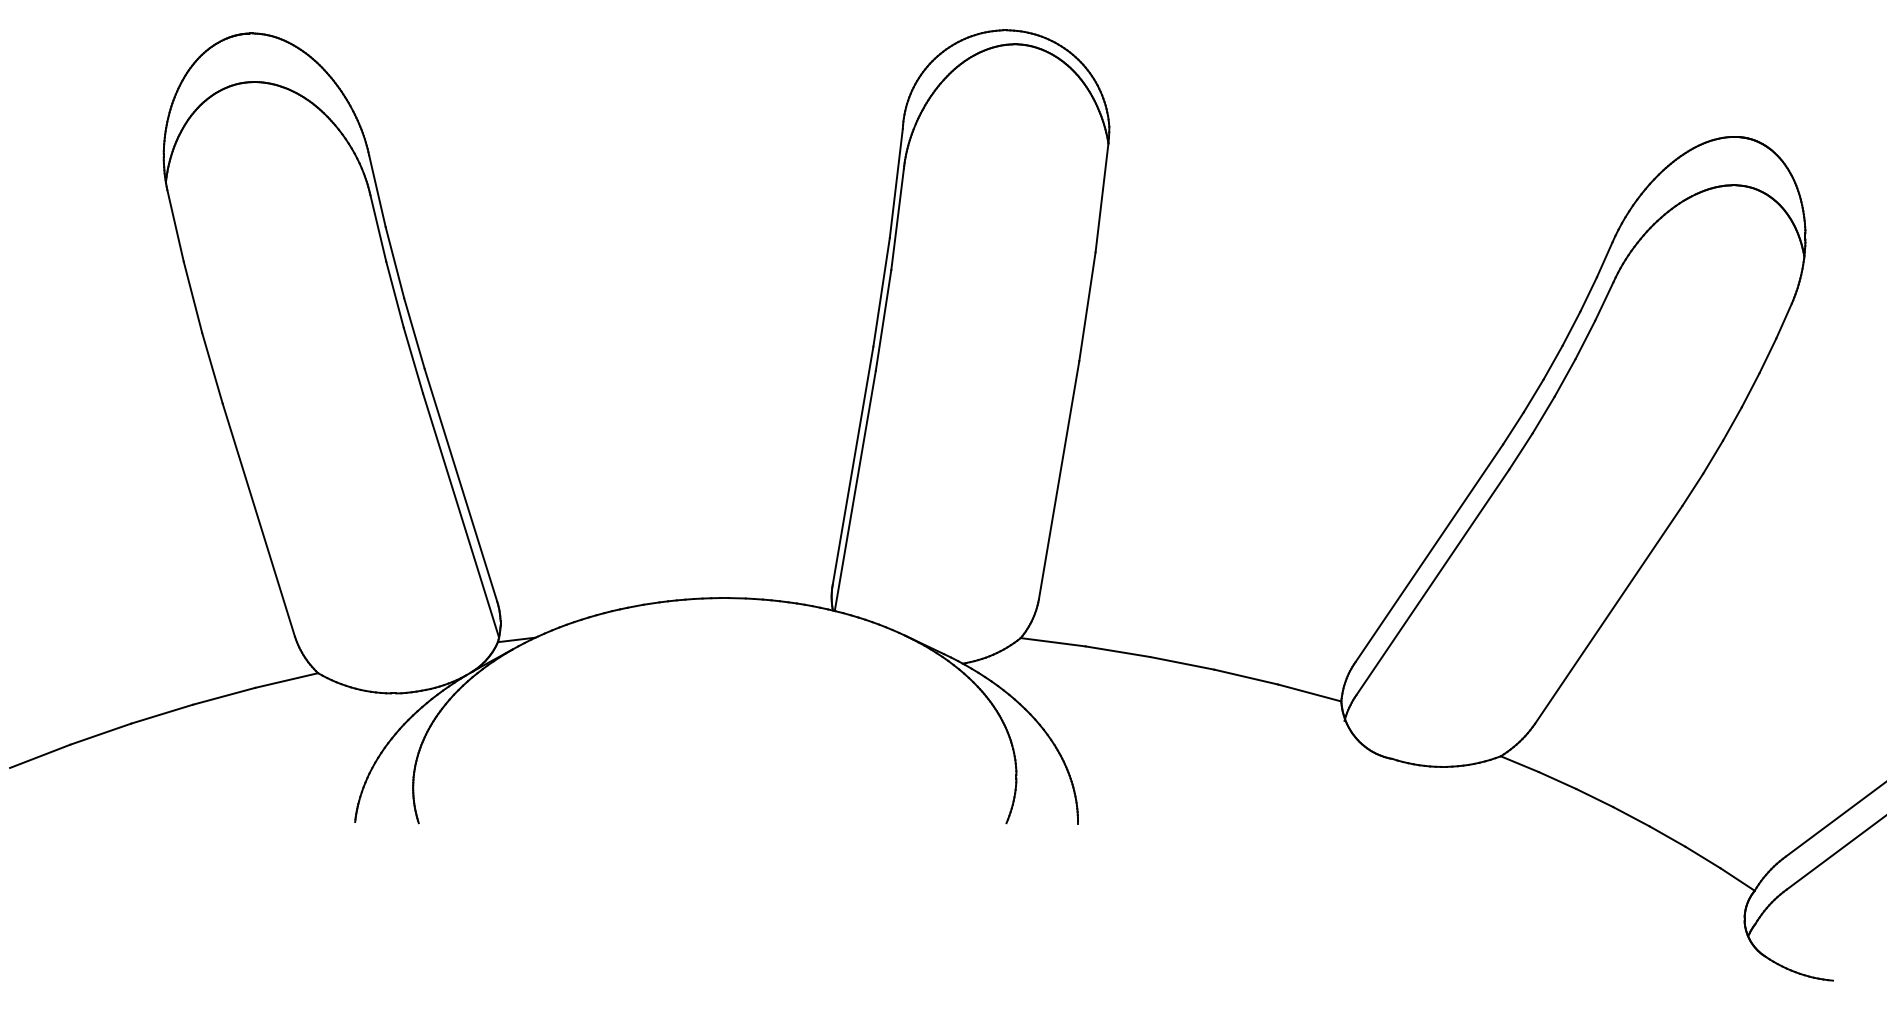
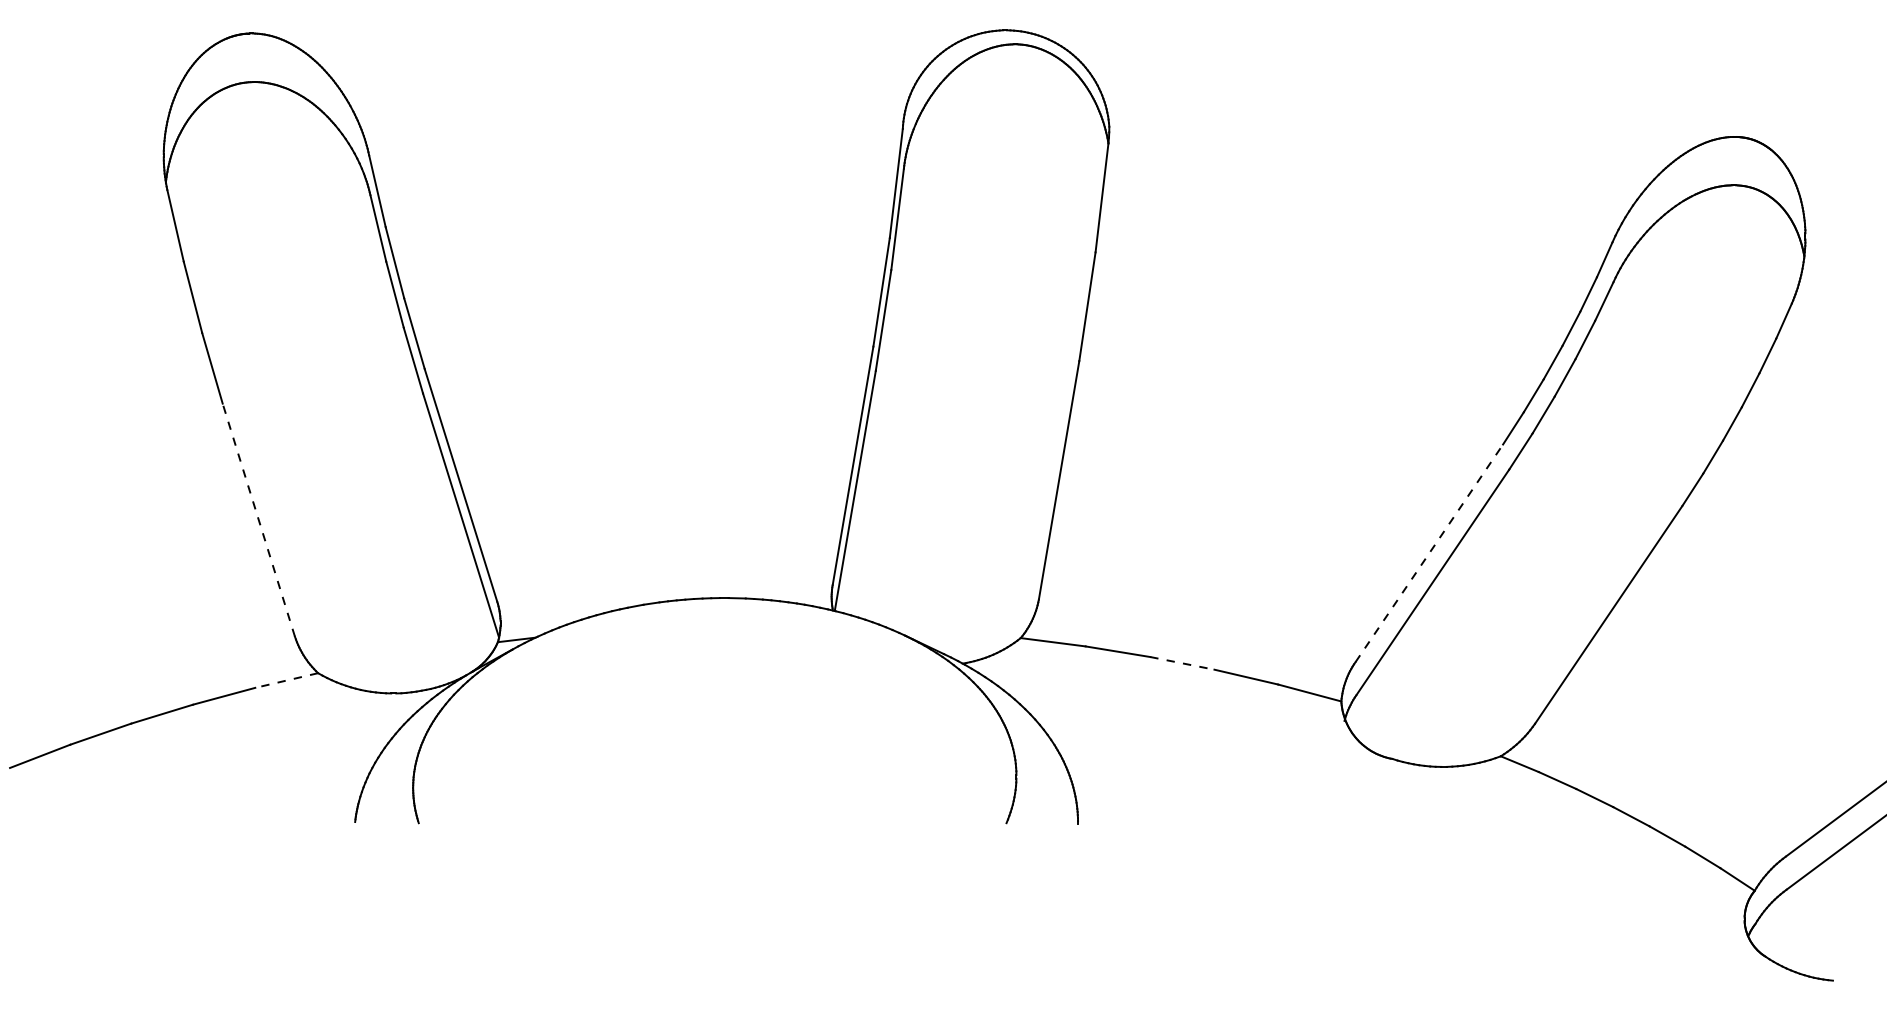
line at (258, 519): solid -> dashed
line at (1429, 552): solid -> dashed
line at (1182, 663): solid -> dashed
line at (286, 680): solid -> dashed
